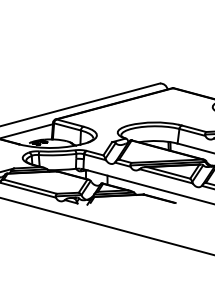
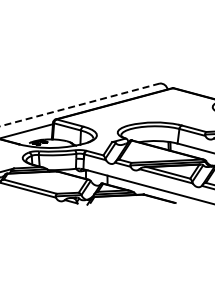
line at (79, 104): solid -> dashed
line at (106, 226): present -> none
